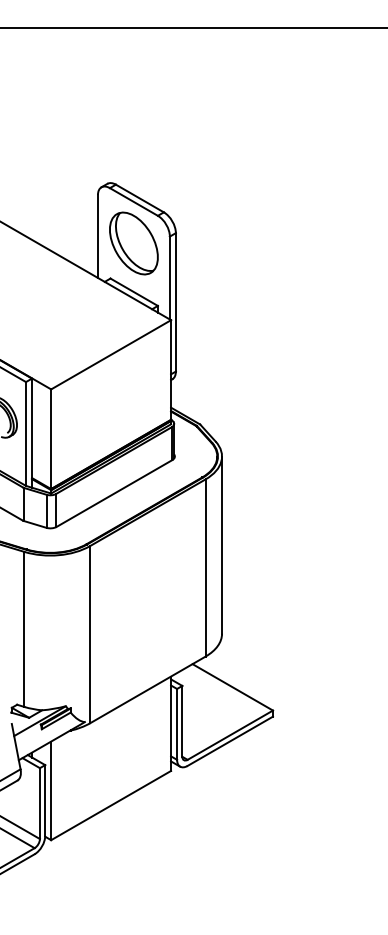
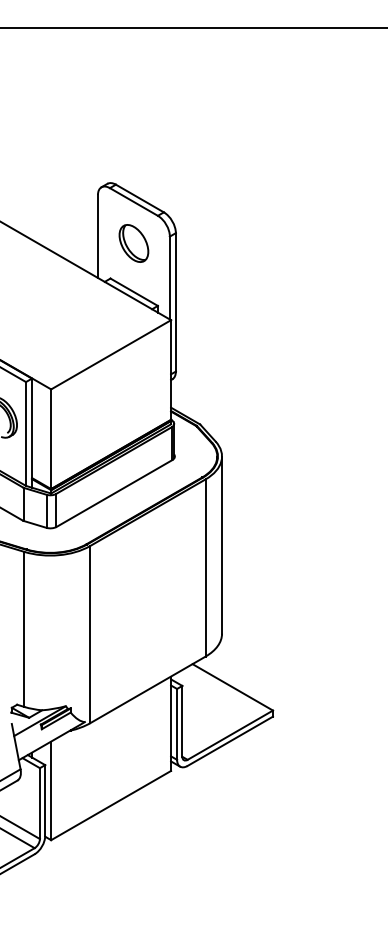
part at (133, 243) size: 50x65 px -> 32x39 px
